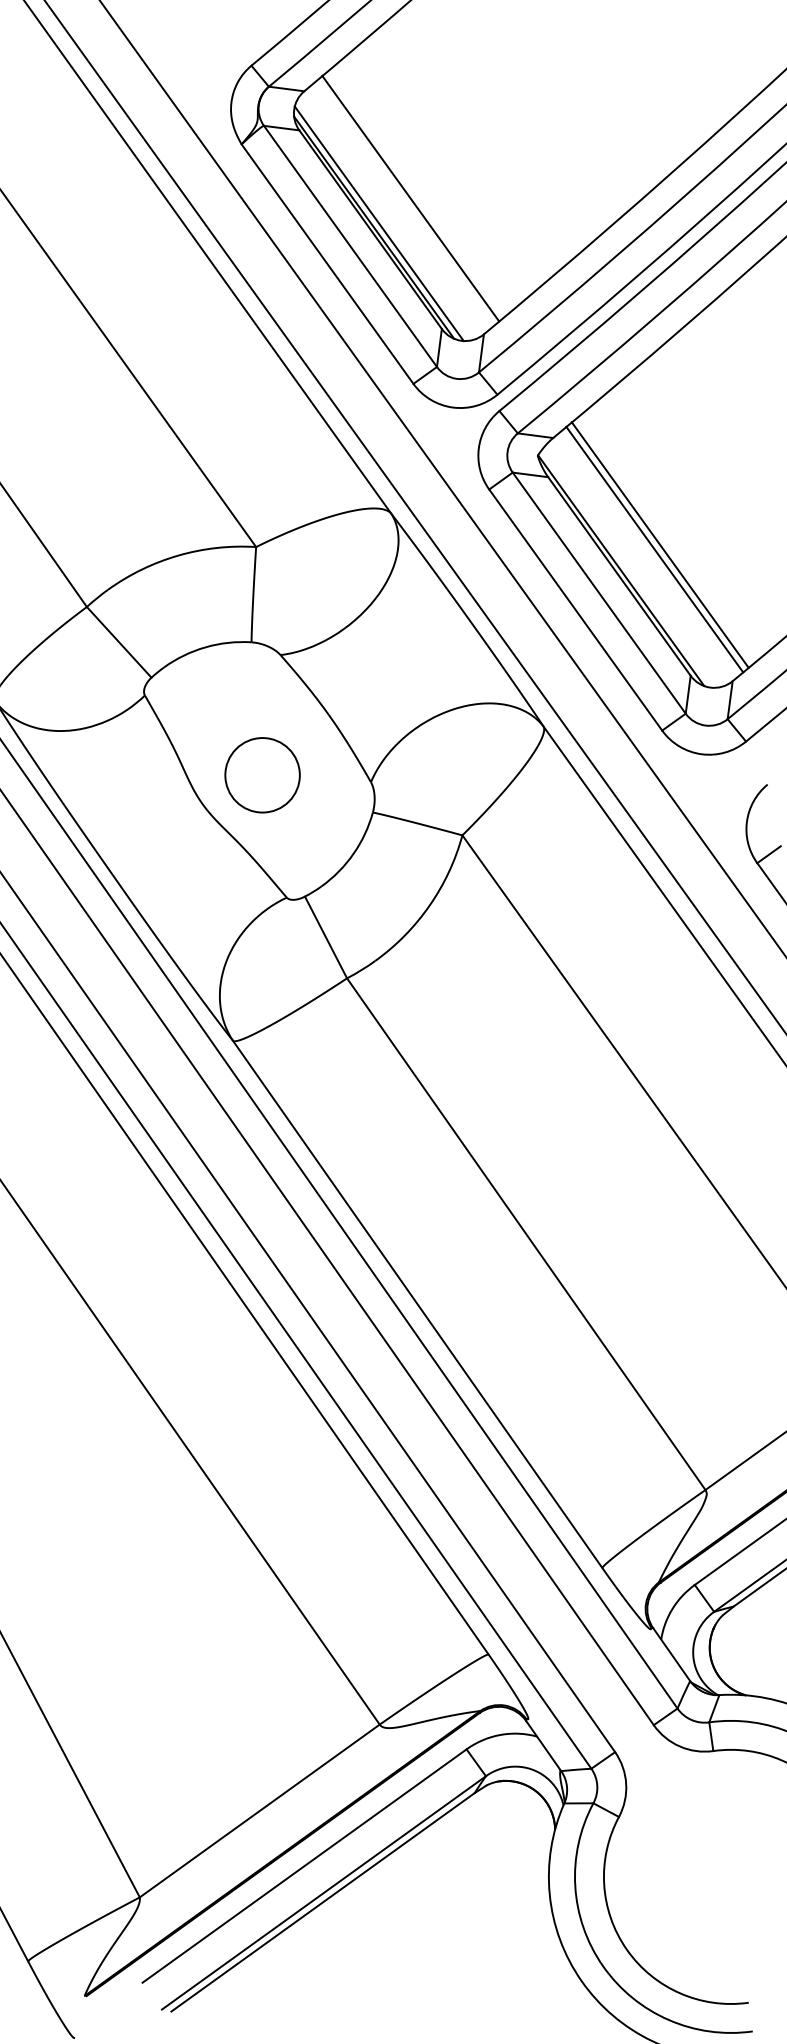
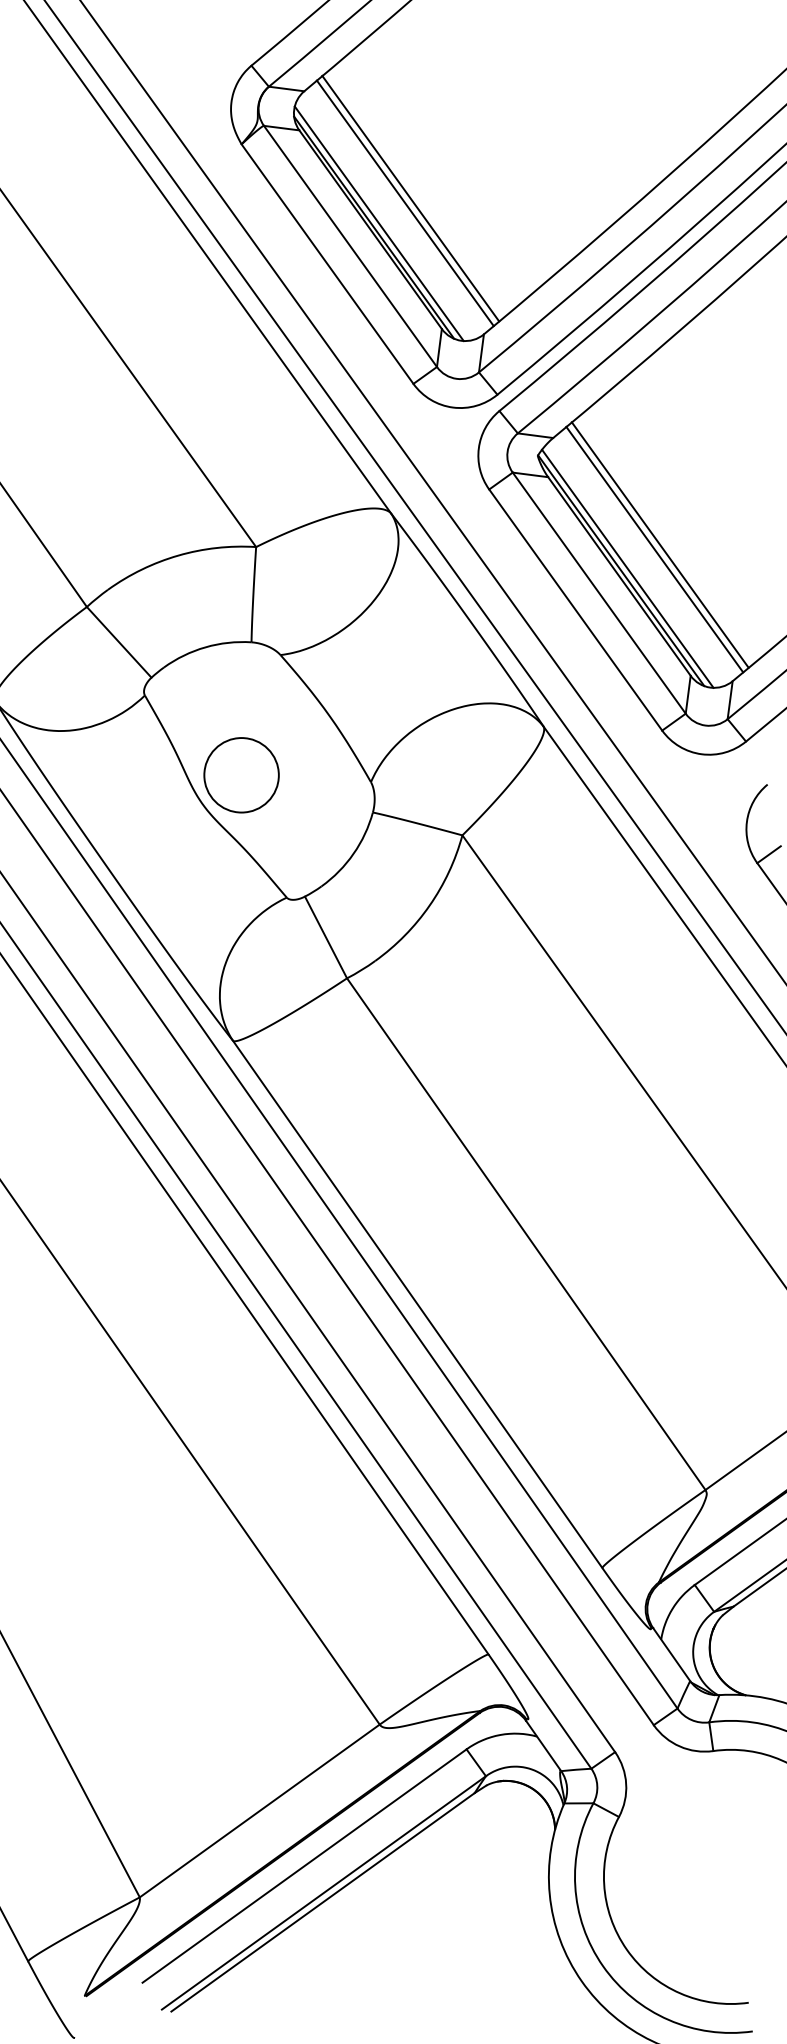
line at (404, 203): none -> present
line at (442, 477) position: (442, 477) -> (432, 491)
line at (627, 568): none -> present
circle at (262, 775) position: (262, 775) -> (241, 775)
